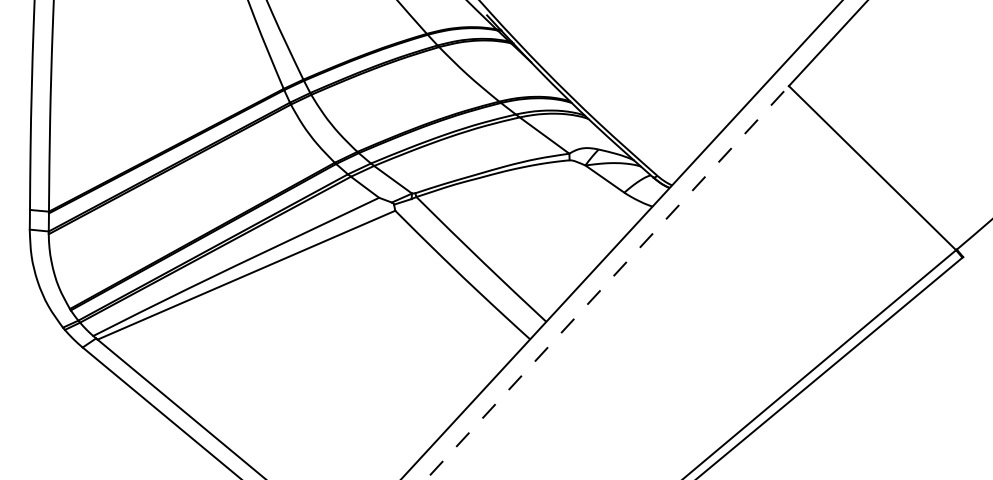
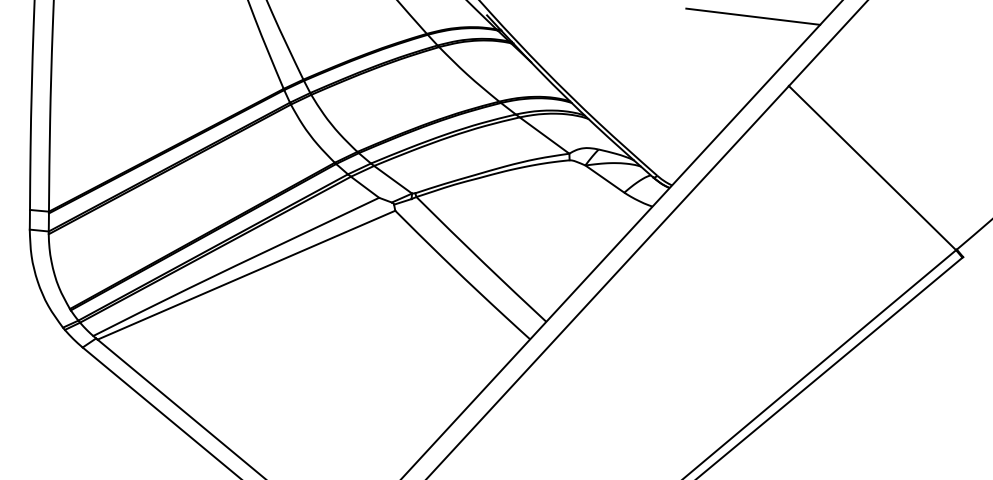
line at (753, 16): none -> present
line at (607, 282): dashed -> solid
